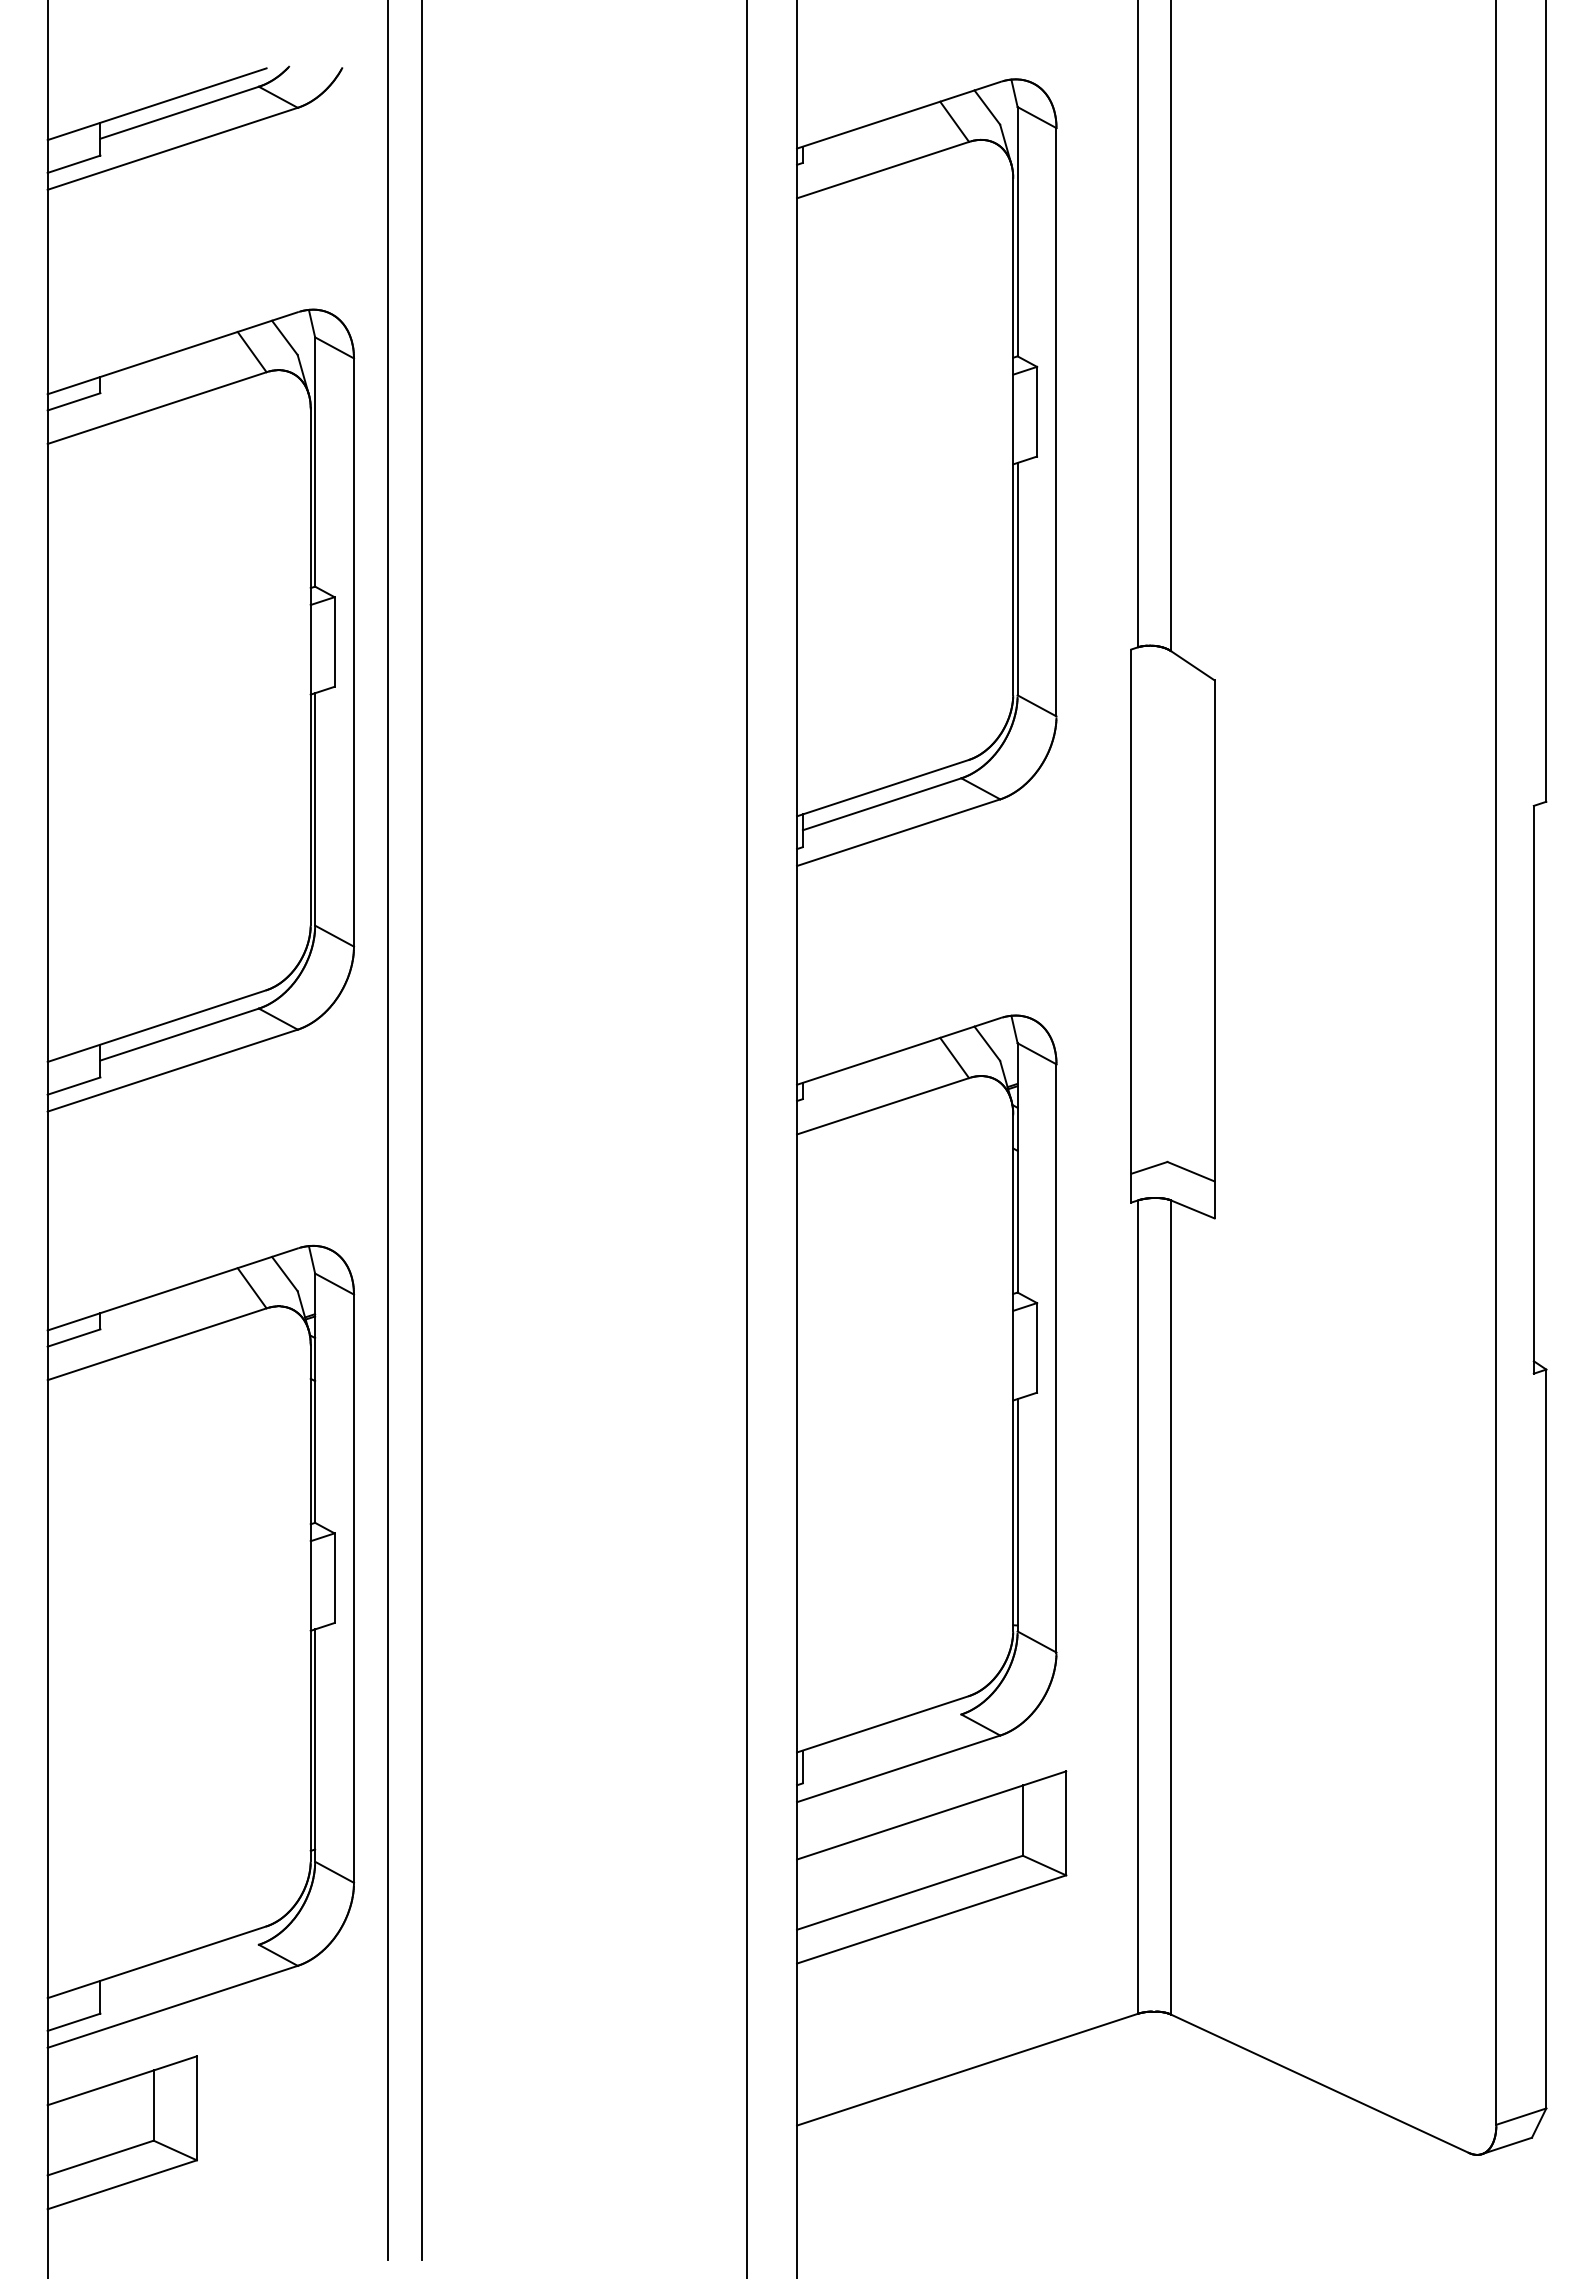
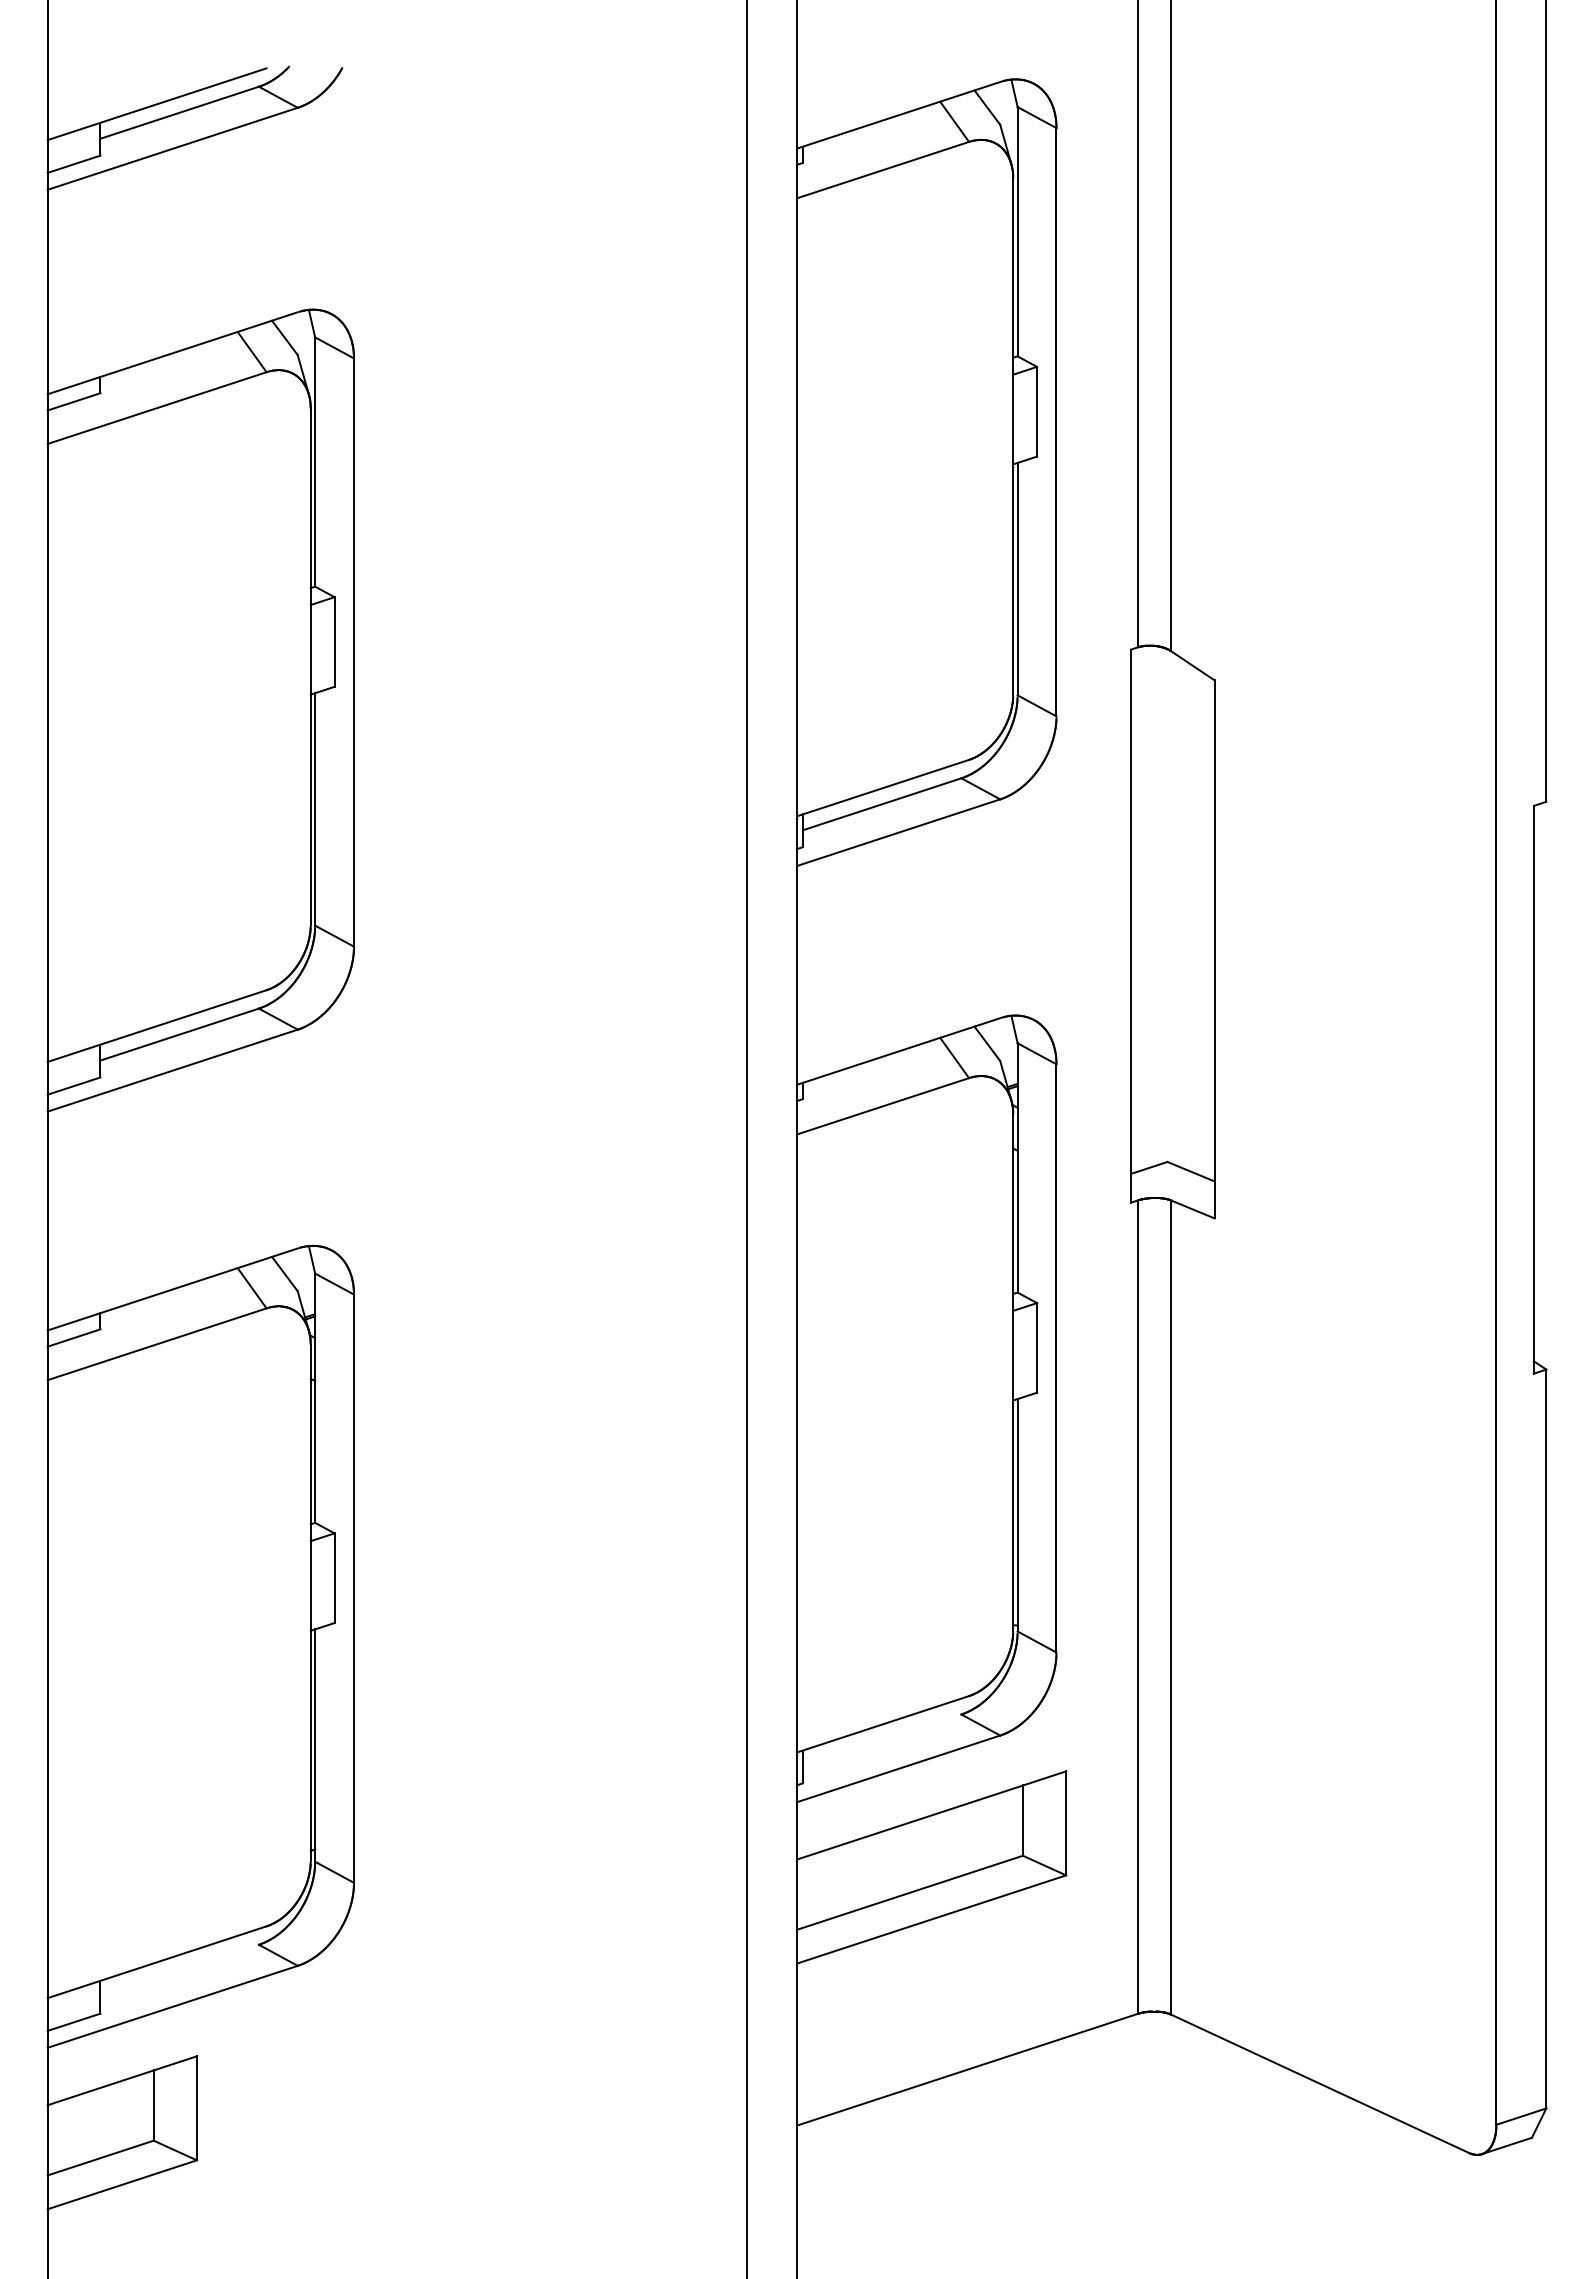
line at (388, 1130): present -> none
line at (421, 1131): present -> none
